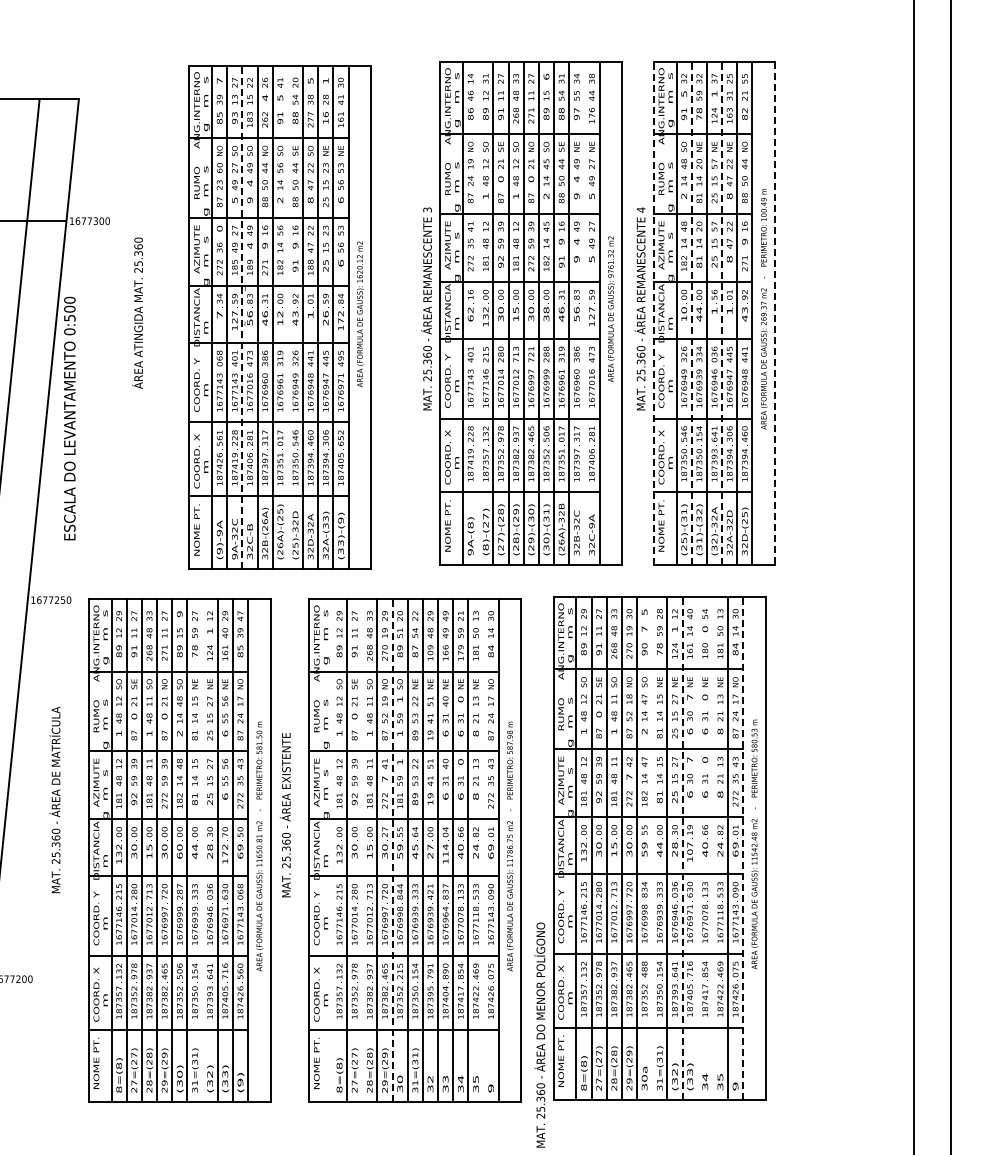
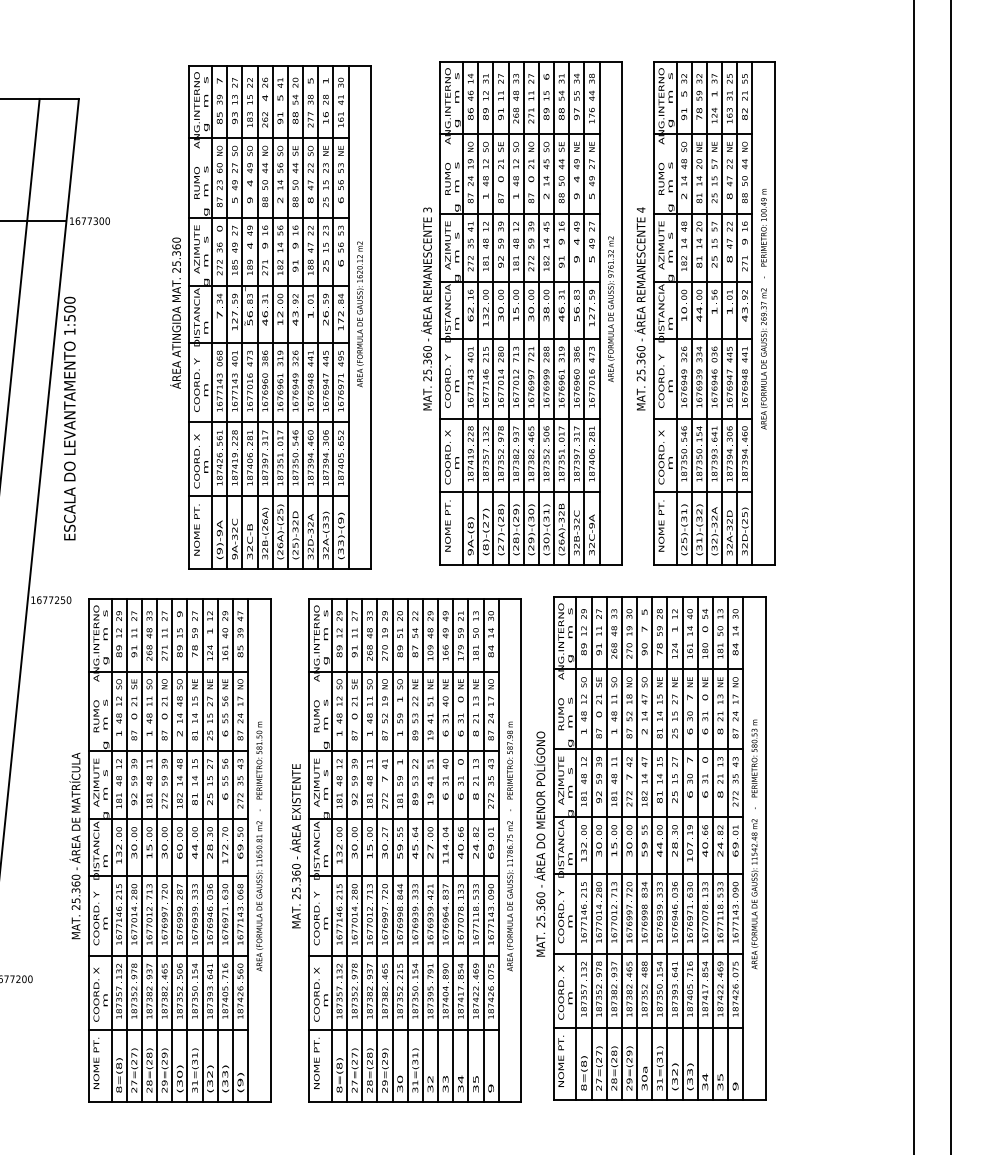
text at (137, 312) position: (137, 312) -> (175, 312)
line at (478, 312): none -> present
line at (584, 312): none -> present
line at (653, 313): dashed -> solid
line at (691, 313): dashed -> solid
line at (722, 313): dashed -> solid
line at (775, 313): dashed -> solid
line at (287, 316): none -> present
line at (242, 317): dashed -> solid
text at (69, 331): 0:500 -> 1:500
text at (54, 799) position: (54, 799) -> (74, 845)
text at (284, 815) position: (284, 815) -> (294, 846)
line at (652, 848): none -> present
line at (682, 848): dashed -> solid
line at (697, 848): none -> present
line at (712, 848): none -> present
line at (743, 848): dashed -> solid
line at (202, 850): none -> present
line at (331, 850): none -> present
line at (362, 850): none -> present
line at (392, 850): dashed -> solid
line at (483, 850): none -> present
text at (539, 1034) position: (539, 1034) -> (539, 843)
